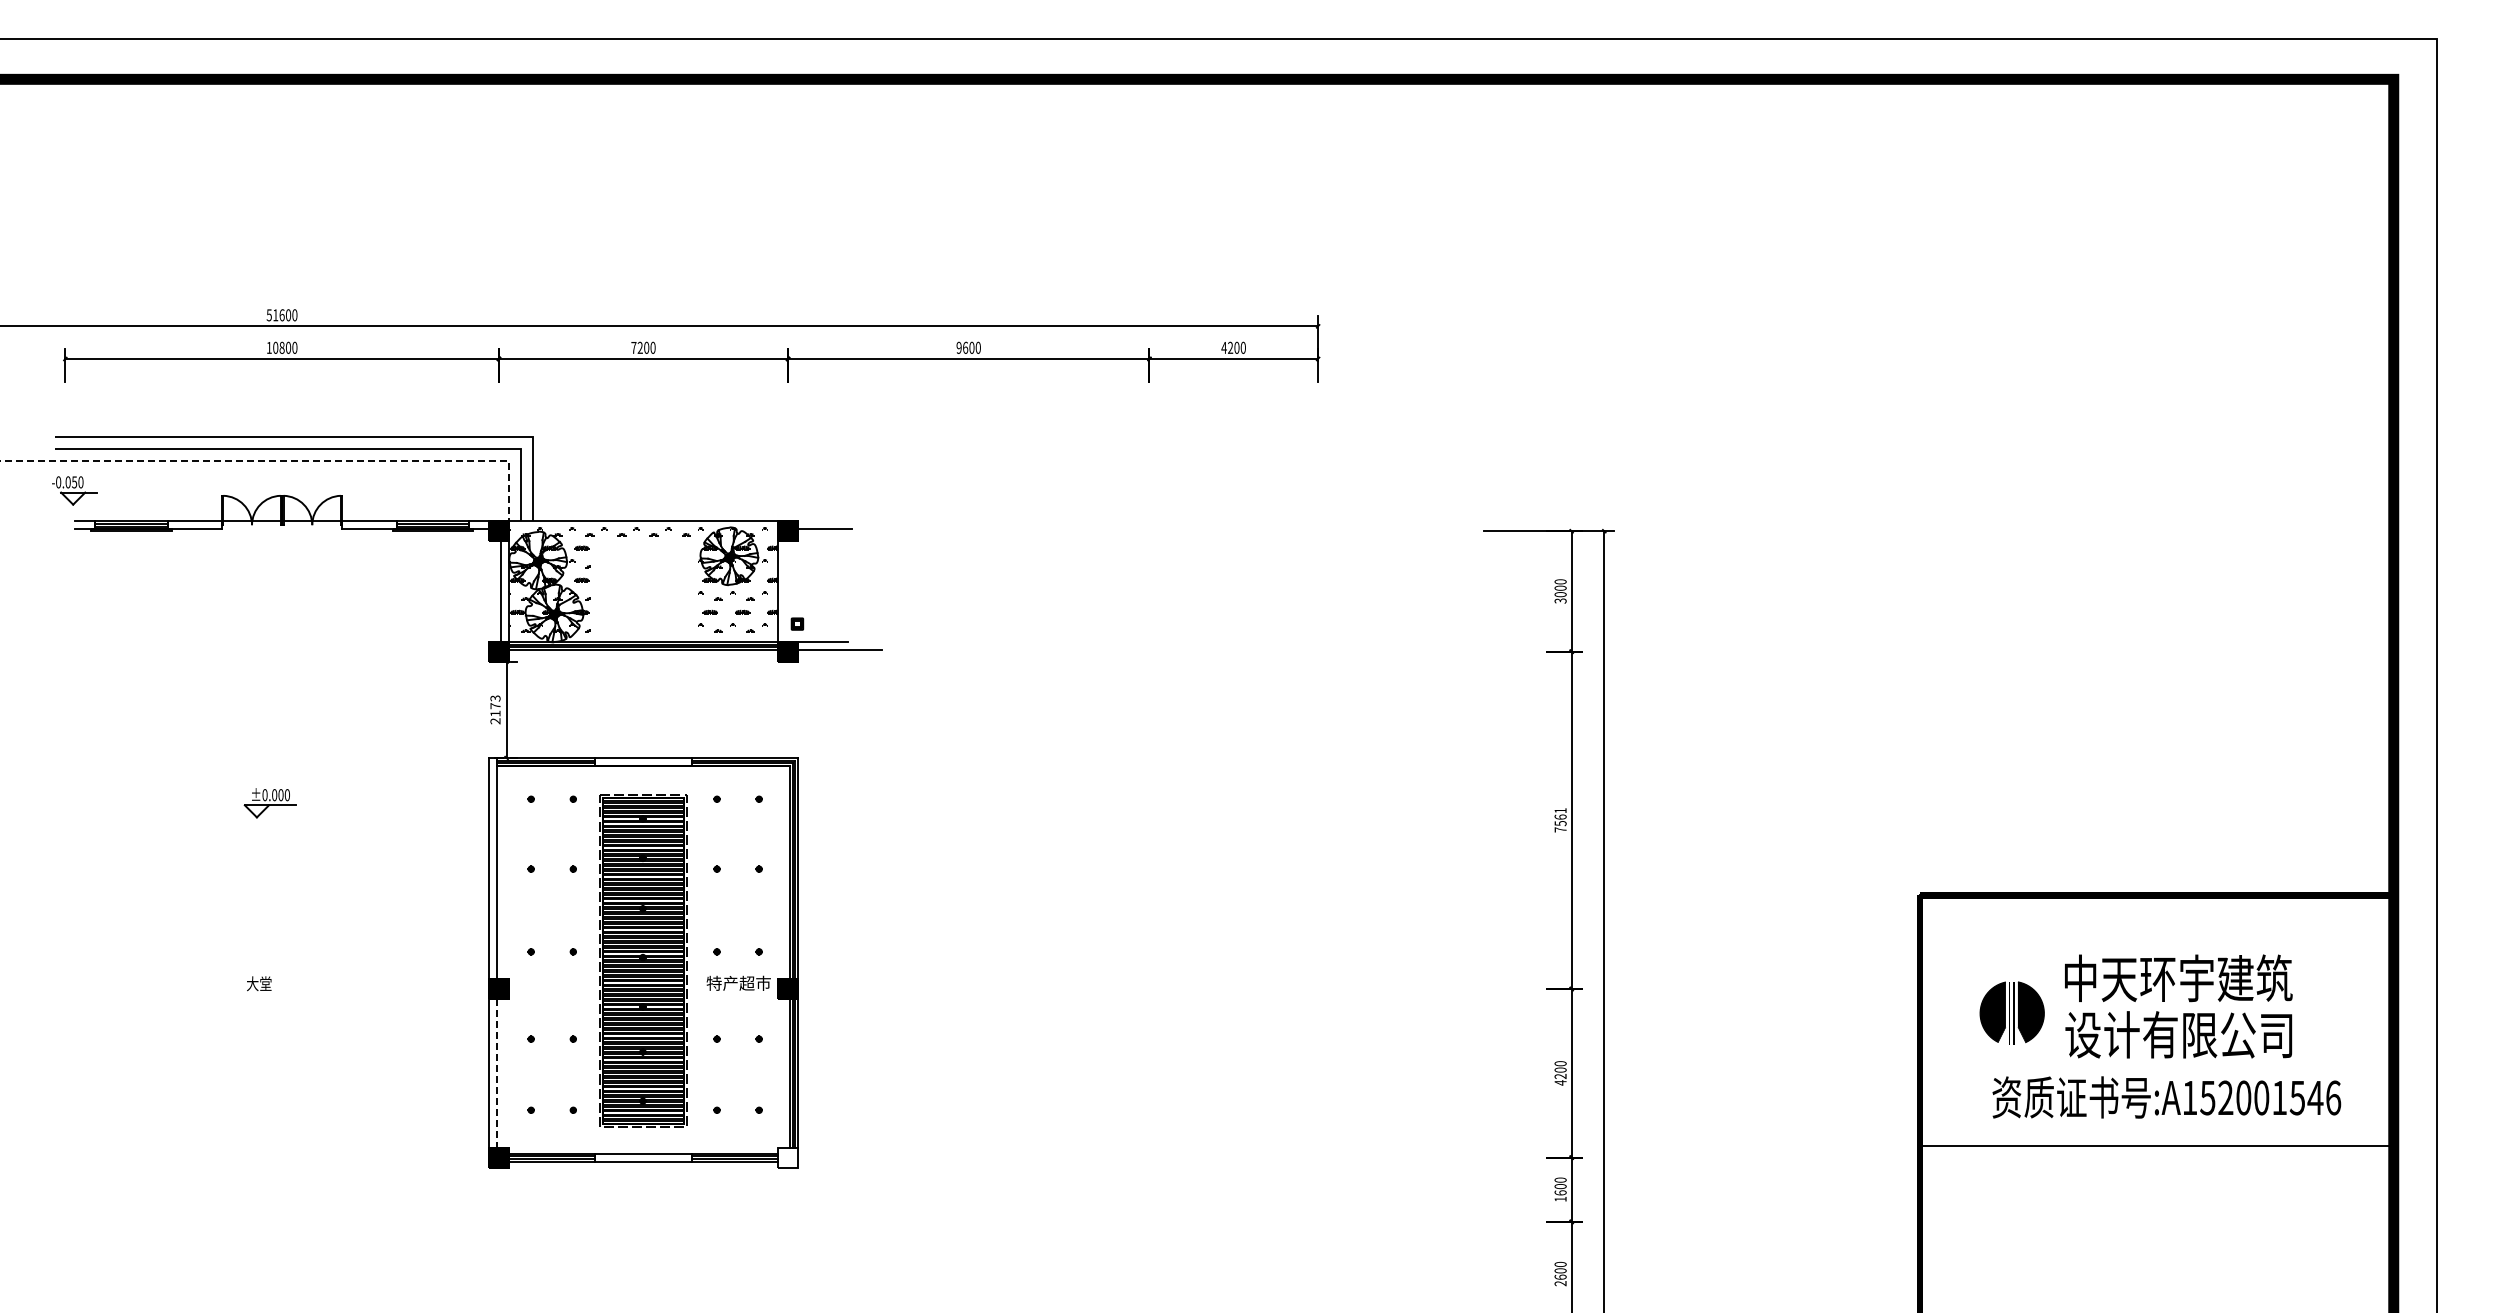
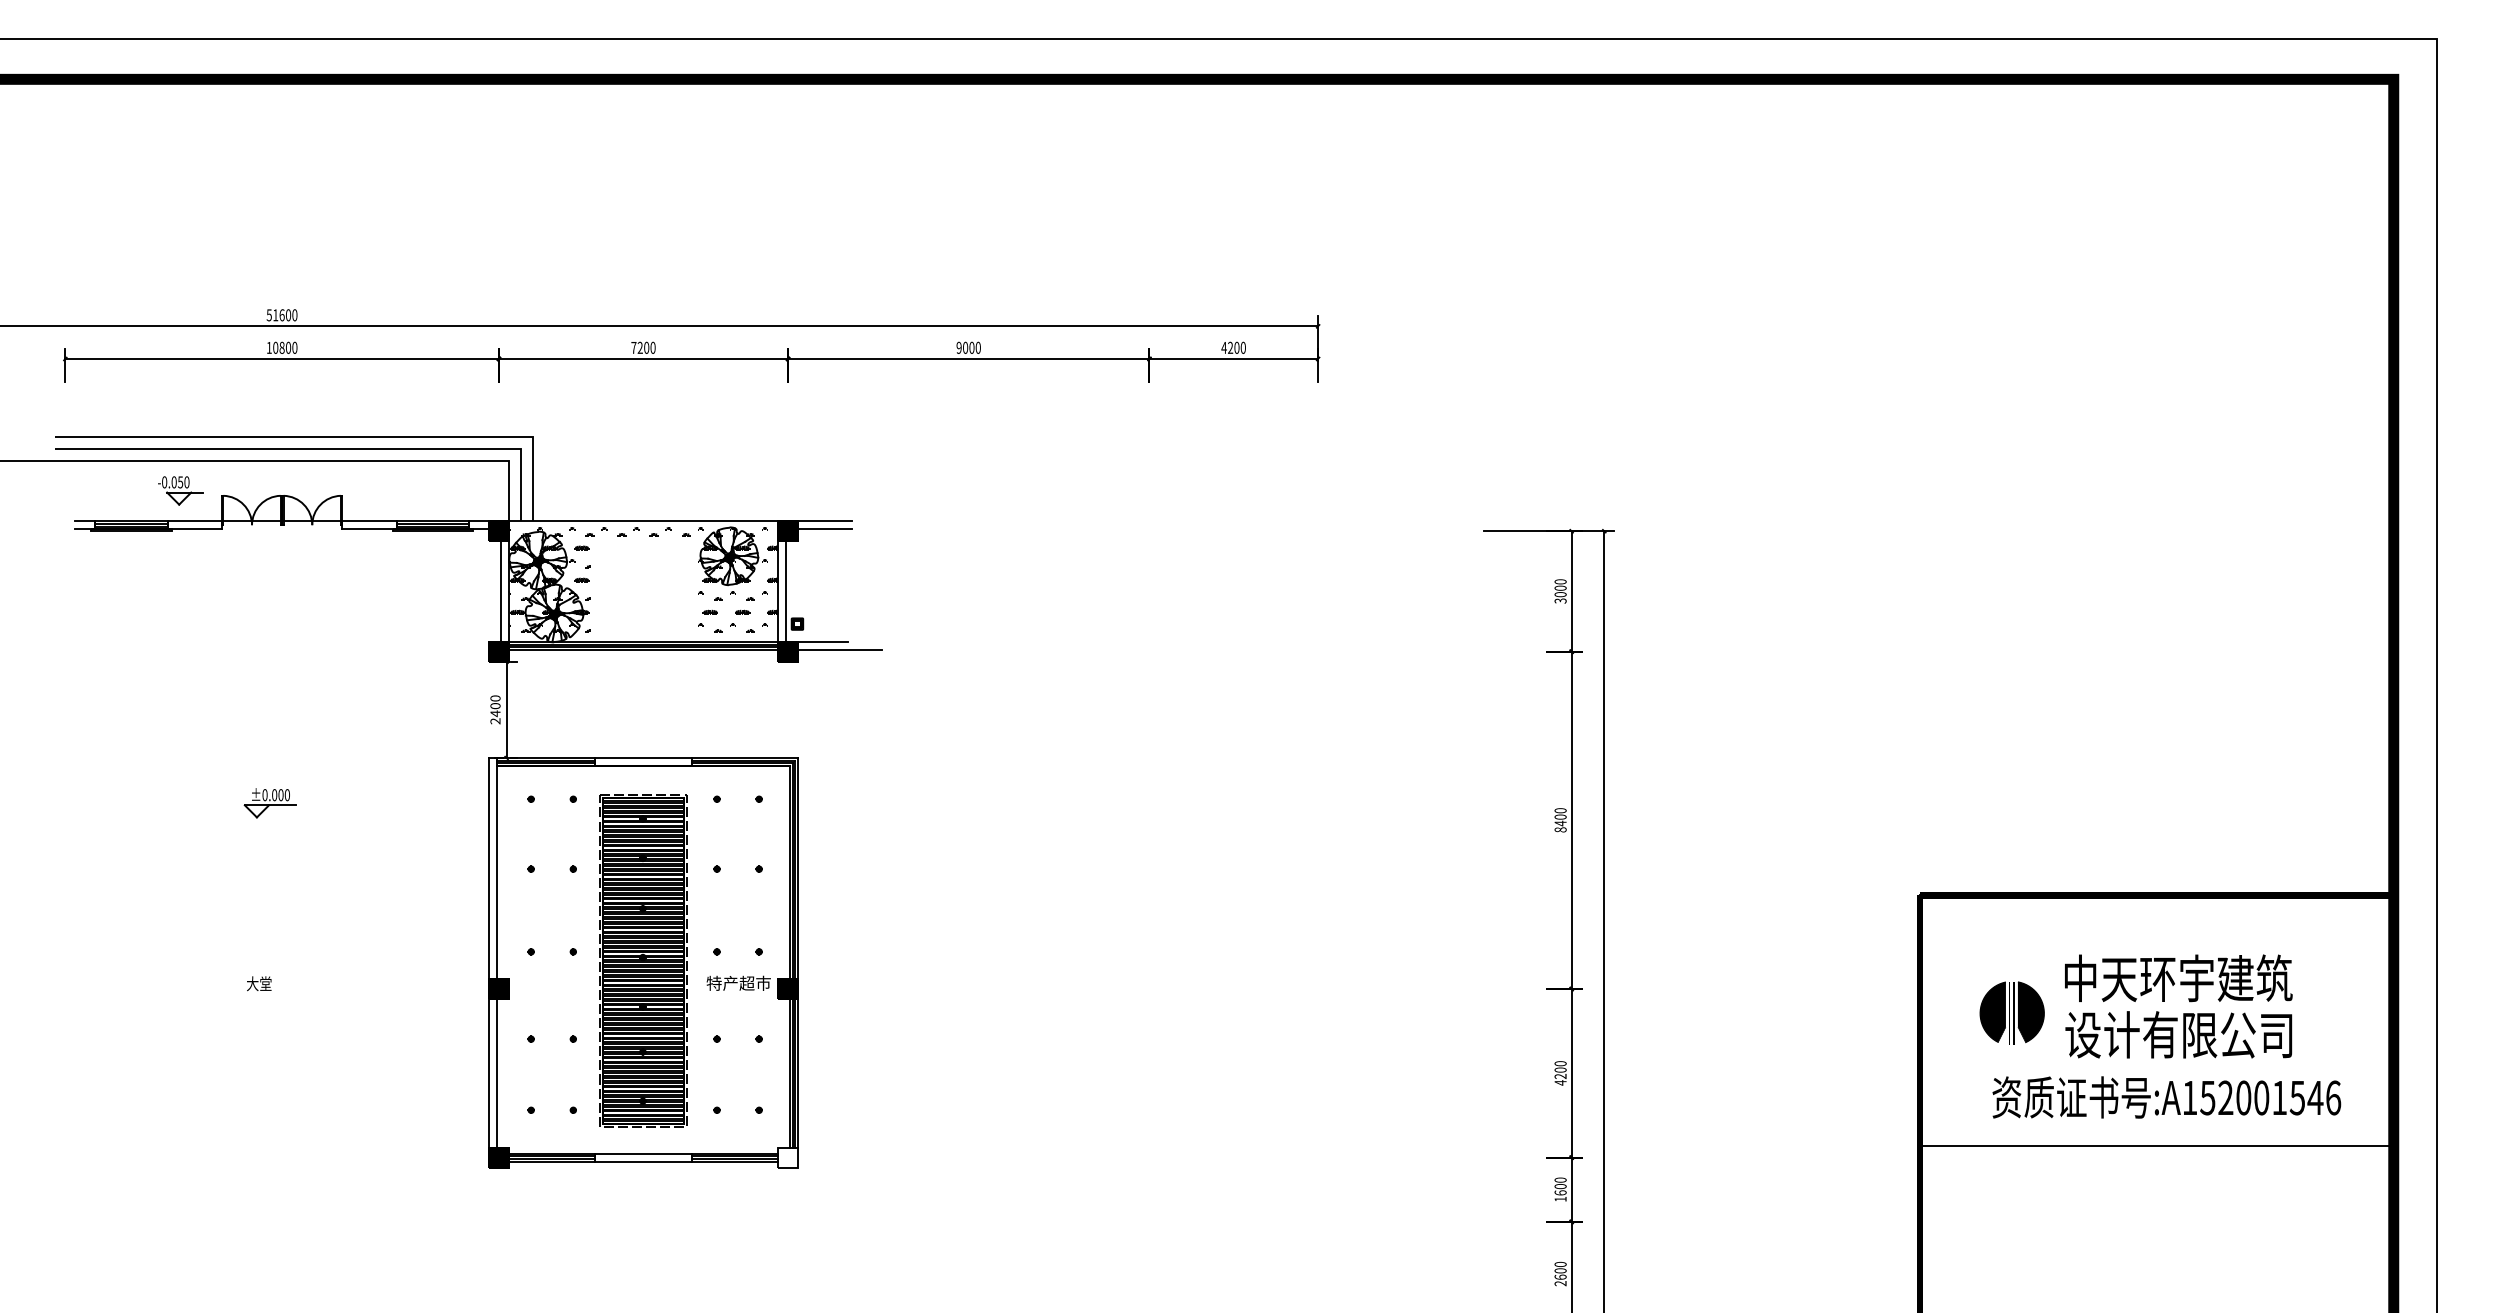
text at (965, 347): 9600 -> 9000
line at (286, 460): dashed -> solid
part at (74, 490) position: (74, 490) -> (180, 490)
line at (825, 521): none -> present
line at (786, 591): none -> present
text at (495, 706): 2173 -> 2400
text at (1560, 820): 7561 -> 8400
line at (496, 1073): dashed -> solid
